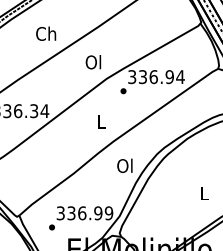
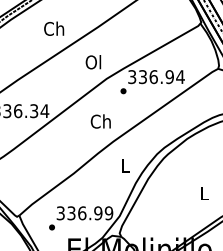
text at (46, 33) position: (46, 33) -> (54, 28)
text at (100, 121): L -> Ch
text at (124, 165): Ol -> L
